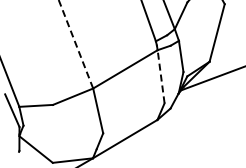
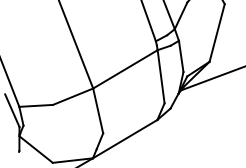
line at (75, 44): dashed -> solid
line at (161, 76): dashed -> solid
